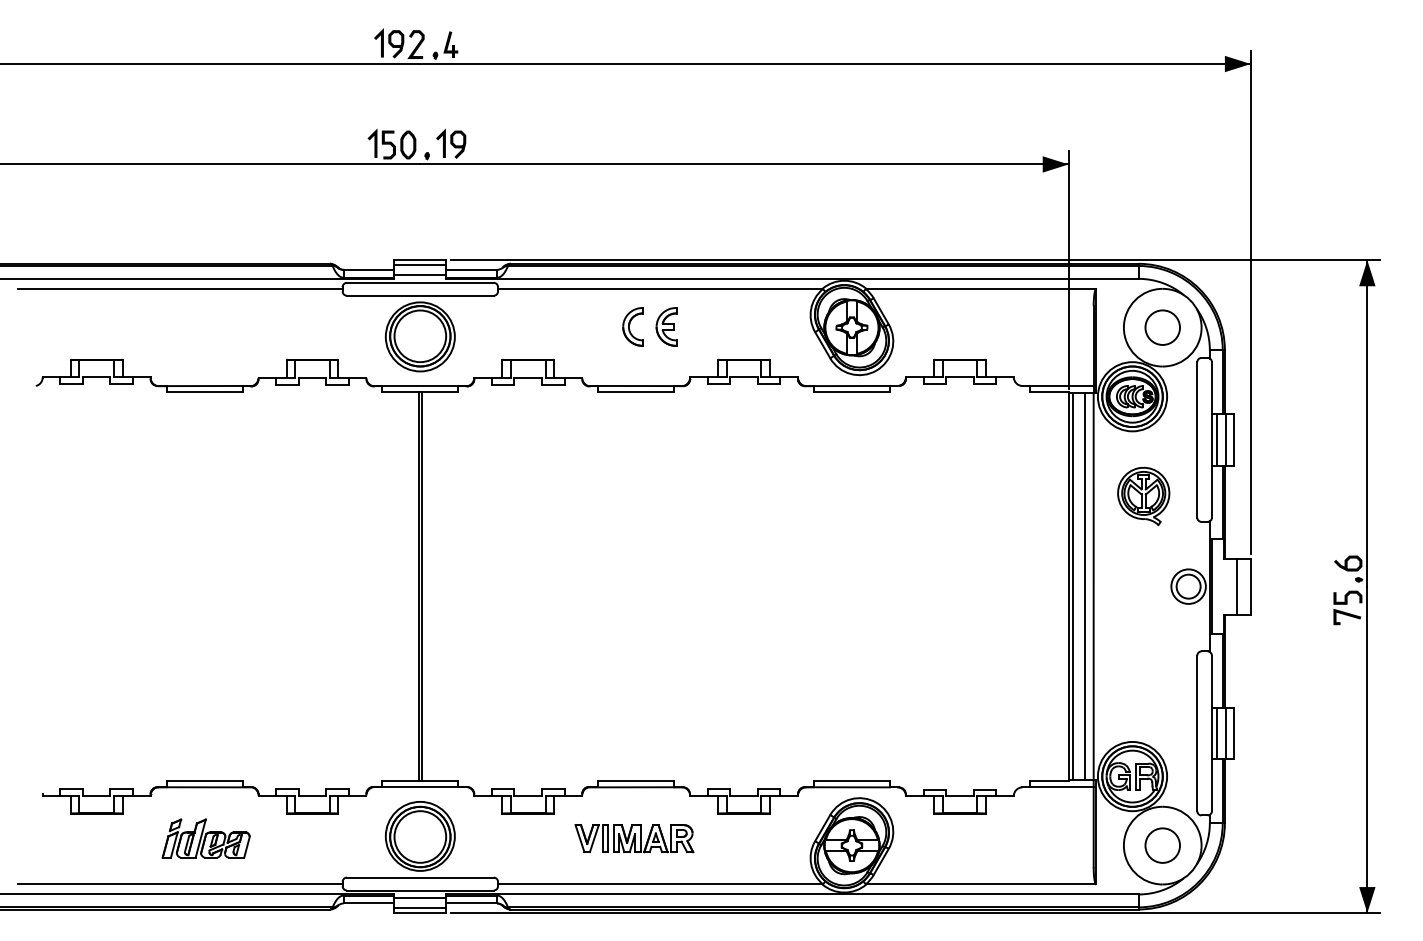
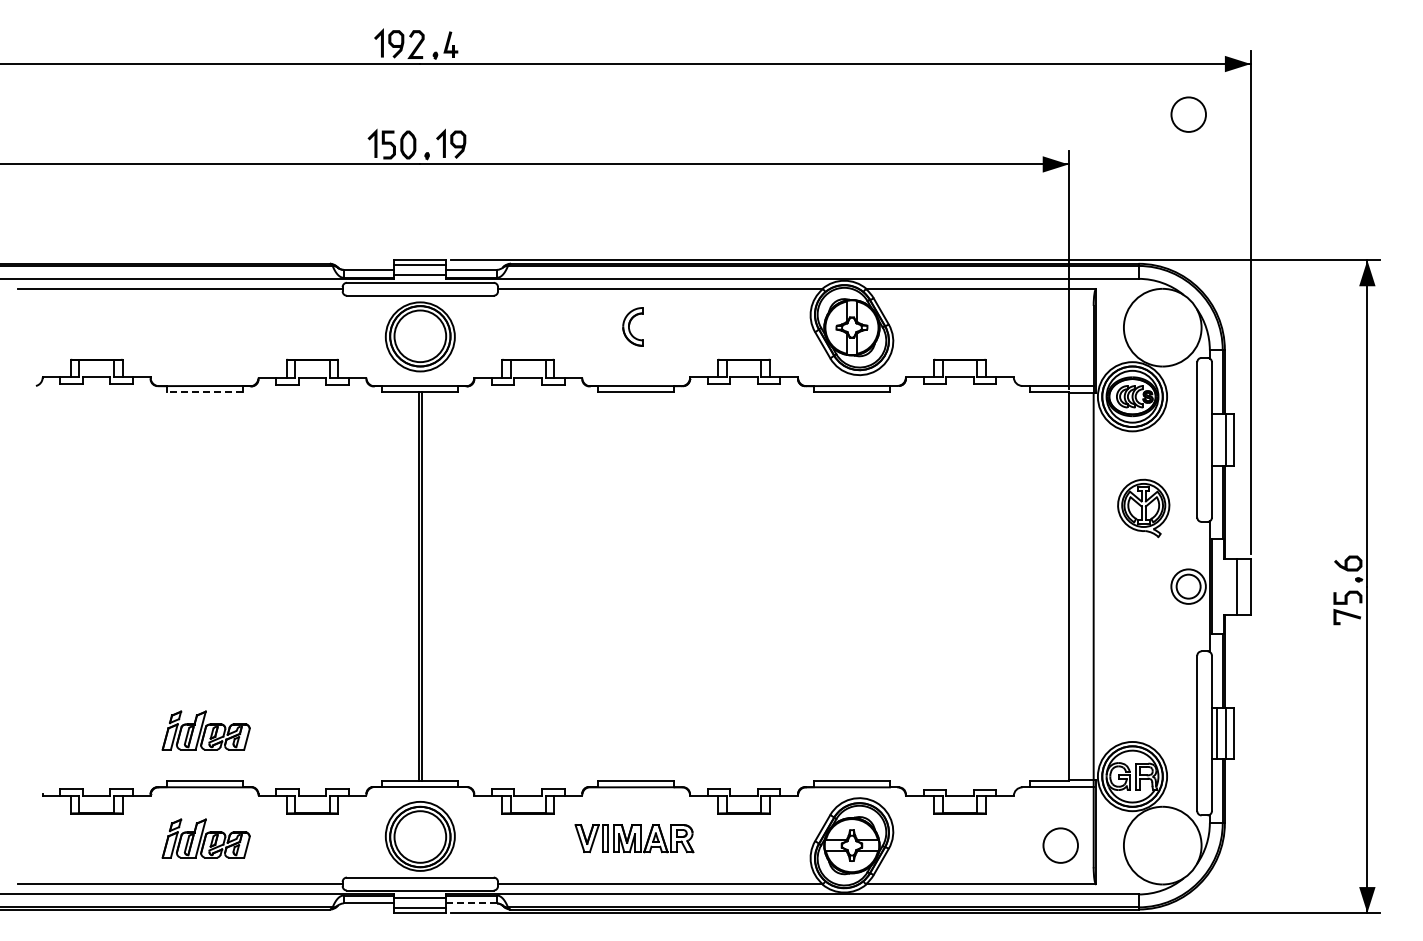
part at (666, 326): present -> none
circle at (1162, 327) position: (1162, 327) -> (1188, 114)
line at (204, 392): solid -> dashed
line at (1217, 439): present -> none
part at (1143, 496) position: (1143, 496) -> (1143, 508)
line at (1072, 586): present -> none
line at (1085, 586): present -> none
part at (205, 730): none -> present
circle at (1162, 845) position: (1162, 845) -> (1060, 845)
line at (472, 903): solid -> dashed
